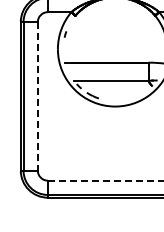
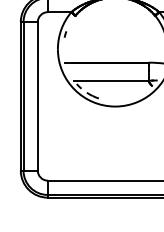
line at (37, 96): dashed -> solid
line at (105, 180): dashed -> solid
